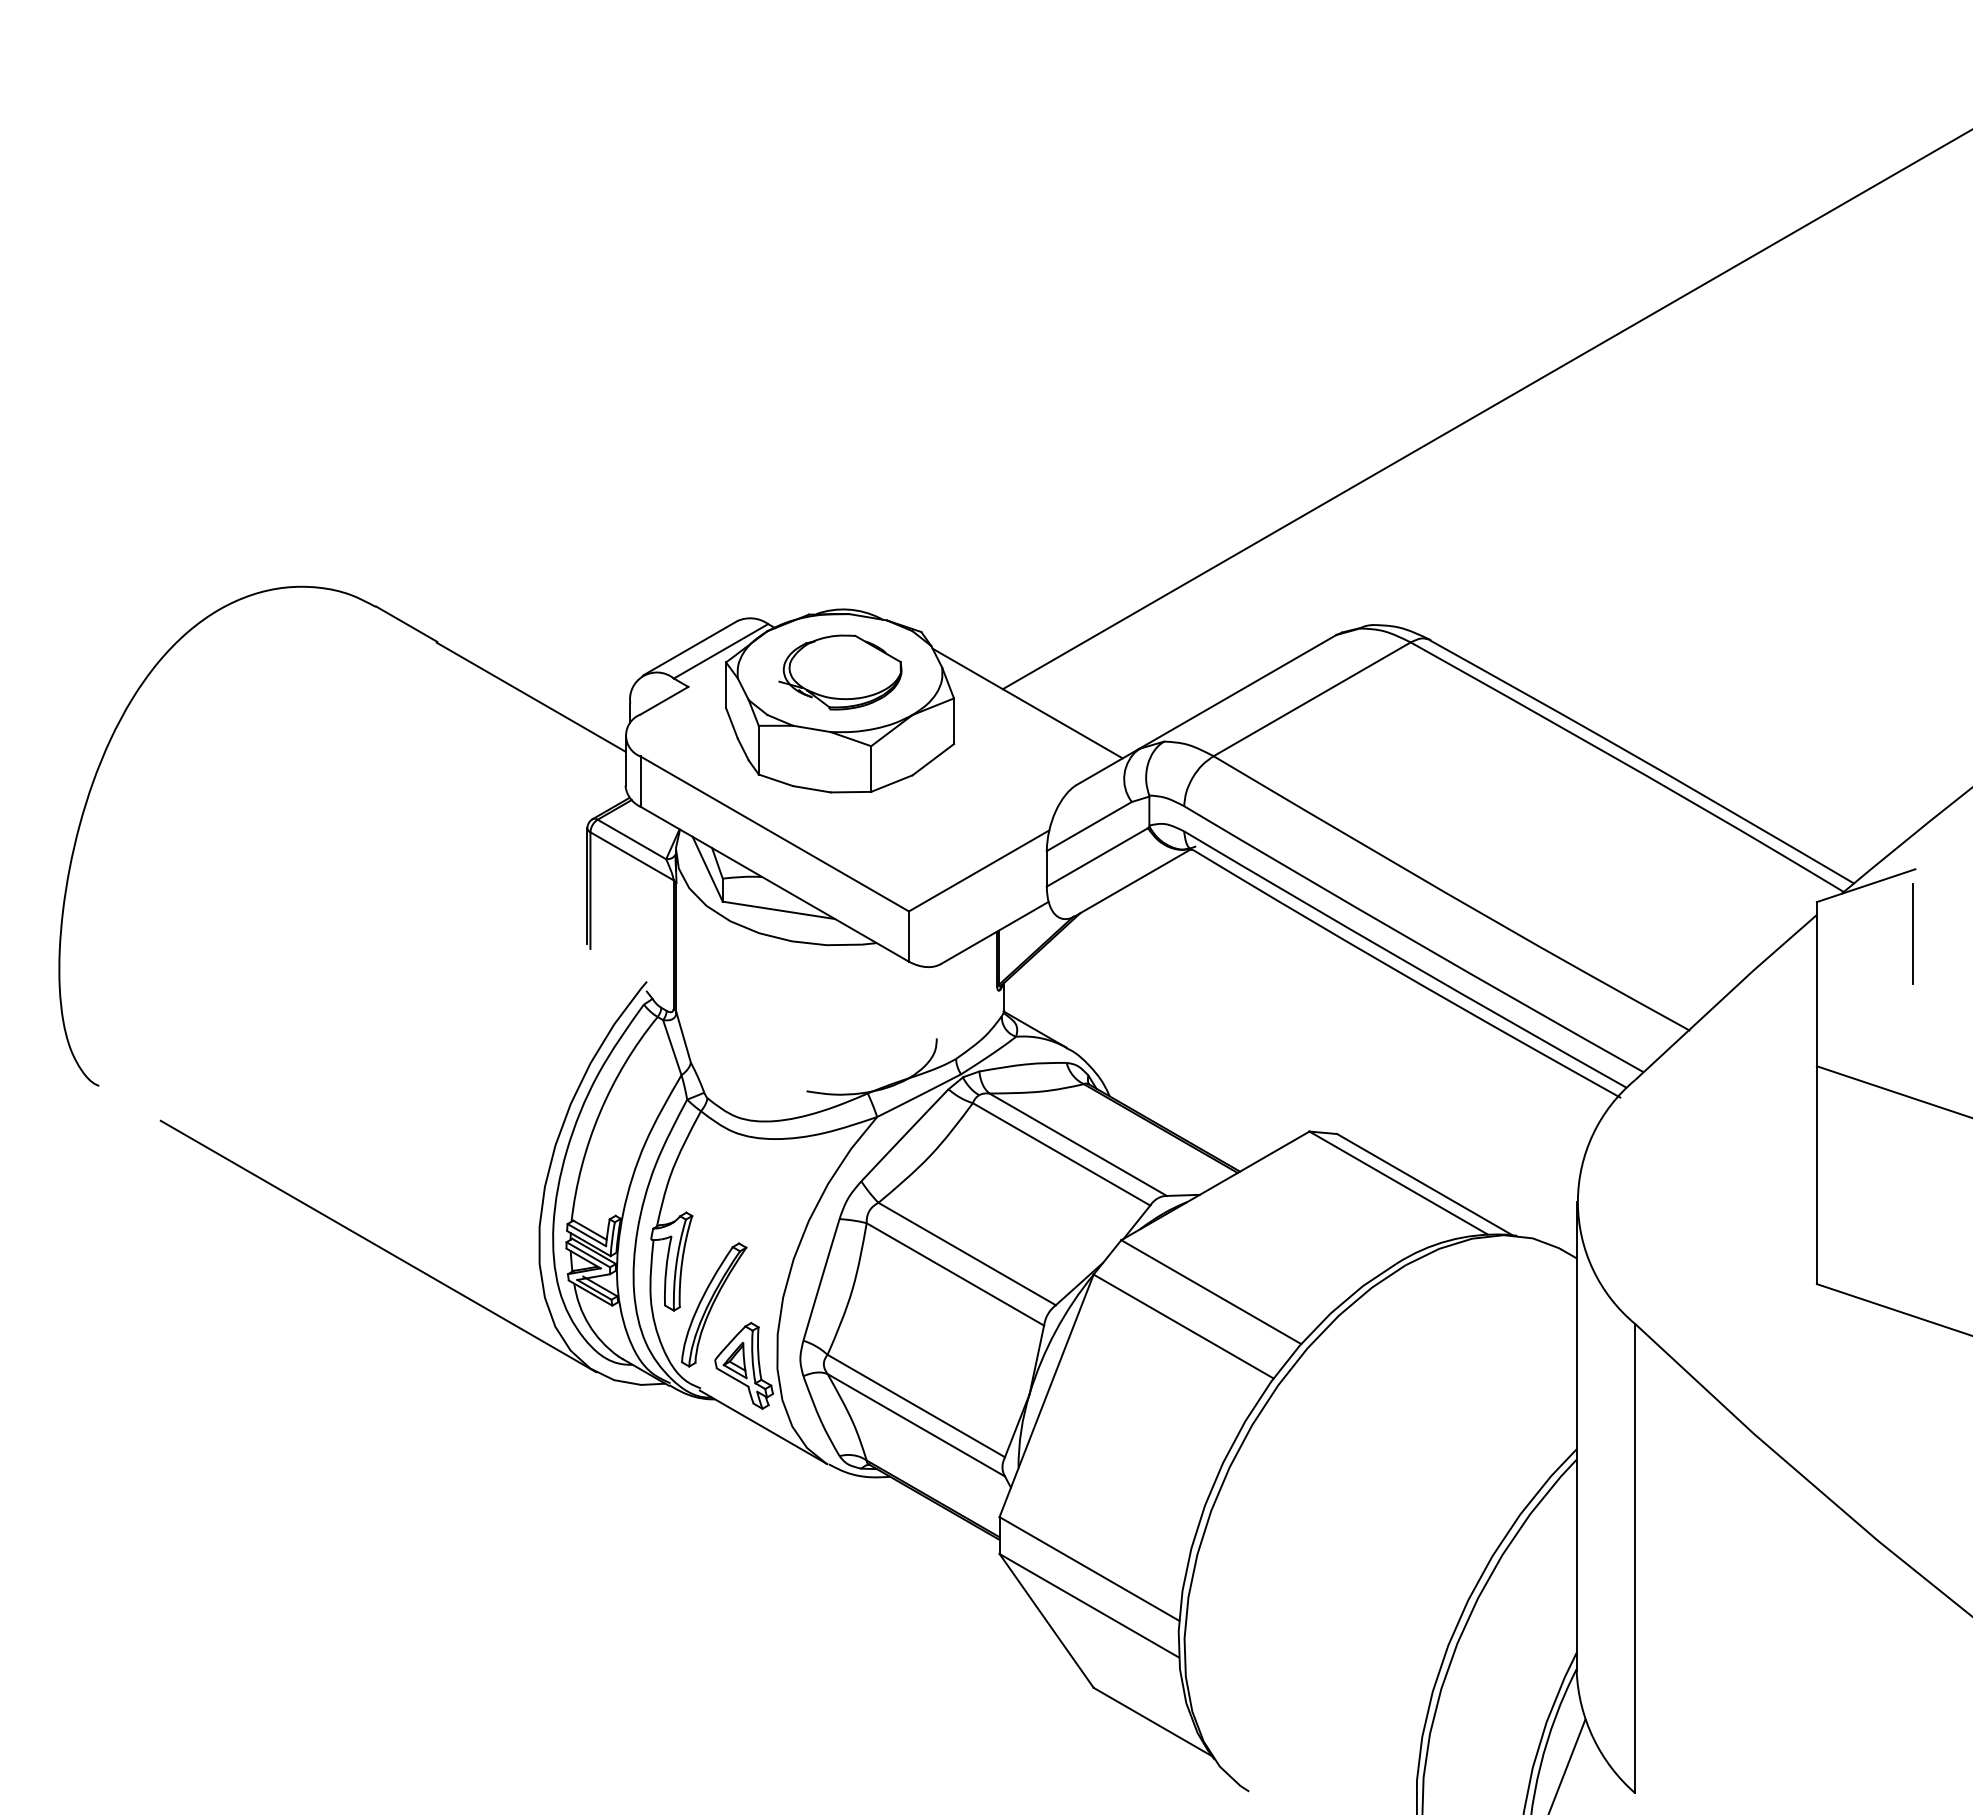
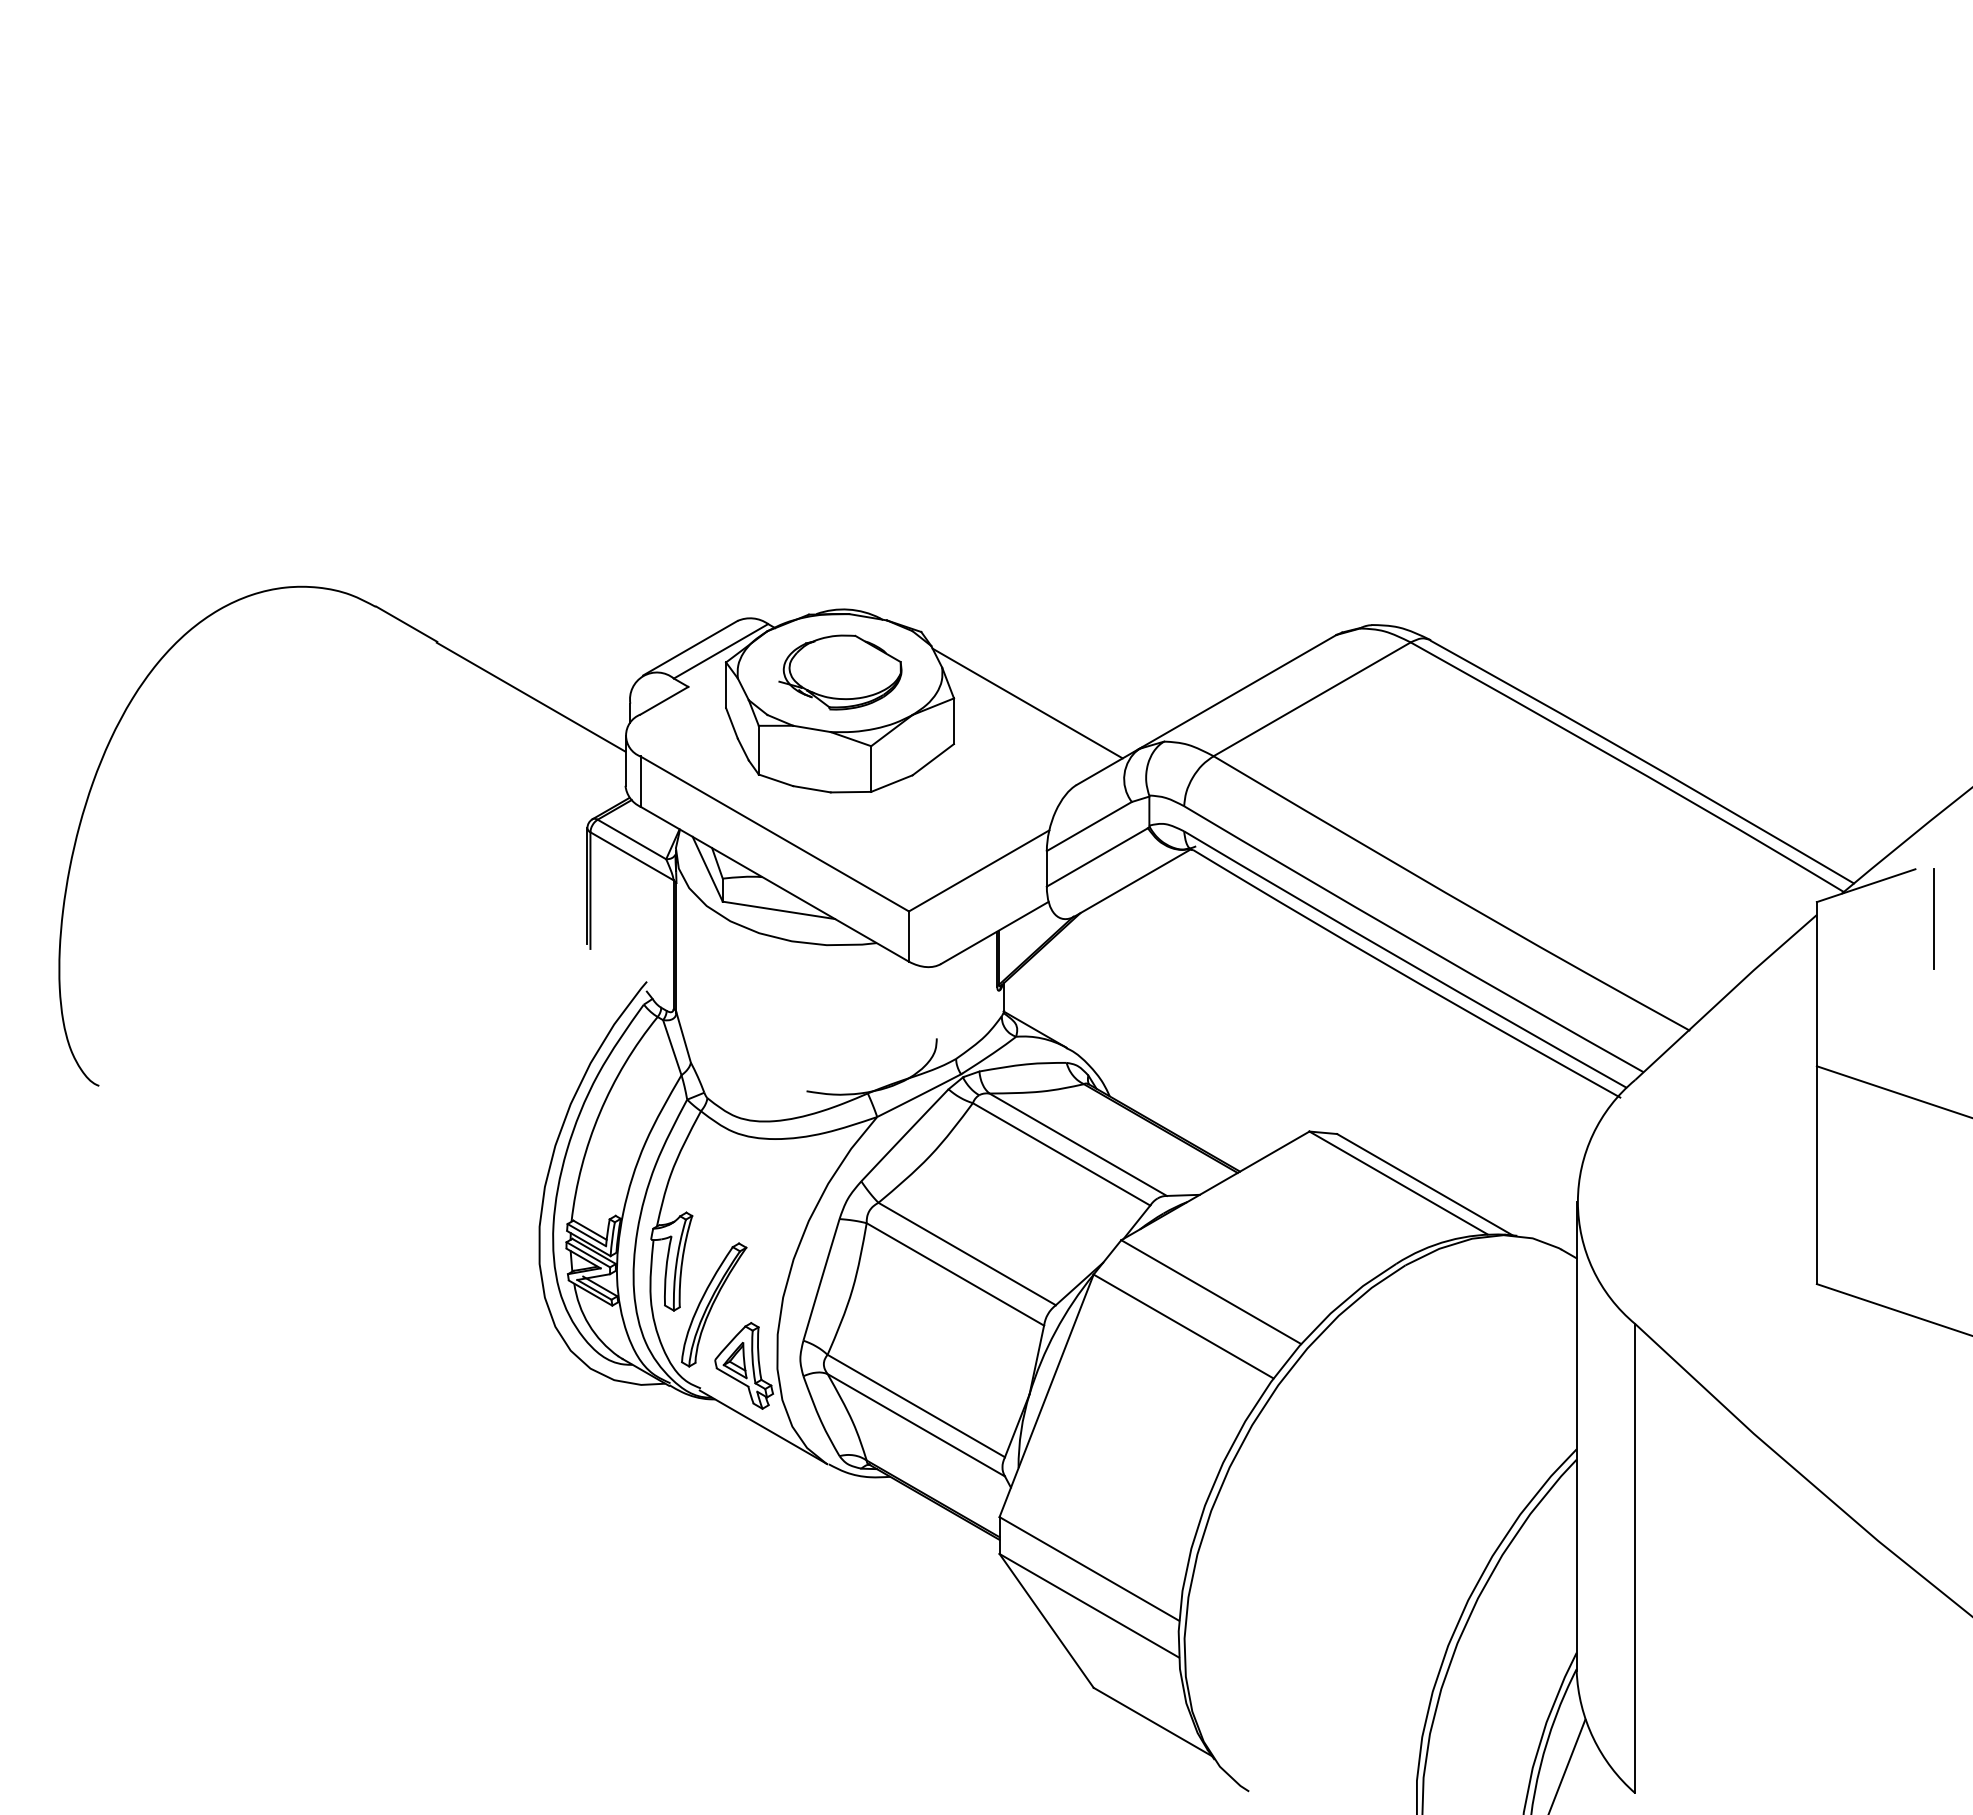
line at (1485, 410): present -> none
line at (1912, 933) position: (1912, 933) -> (1933, 918)
line at (378, 1246): present -> none
